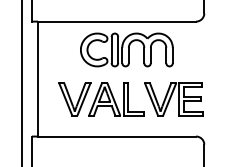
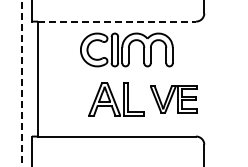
line at (117, 21): solid -> dashed
line at (21, 83): solid -> dashed
part at (74, 99): present -> none
part at (173, 99) size: 60x35 px -> 48x29 px
